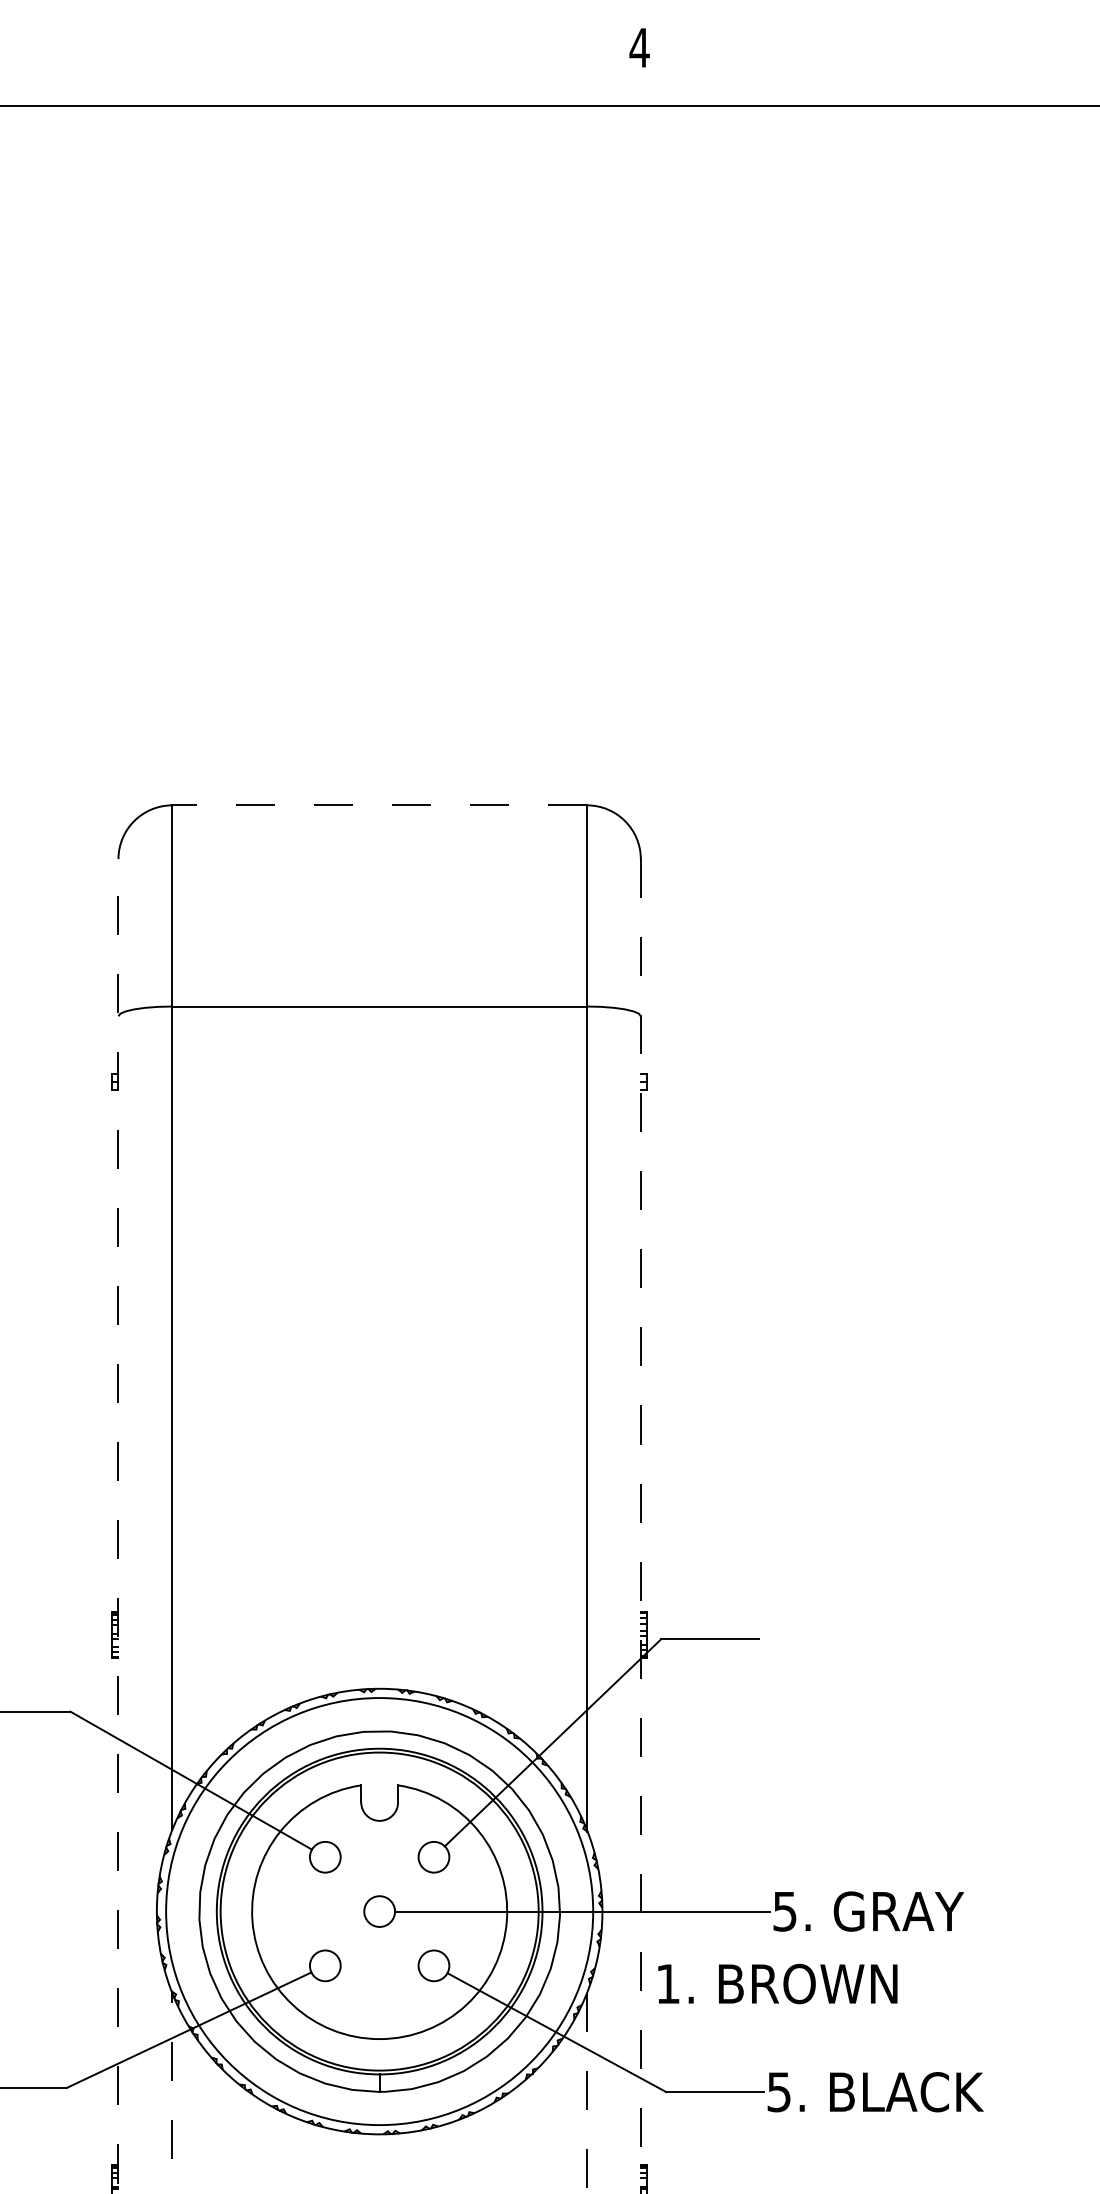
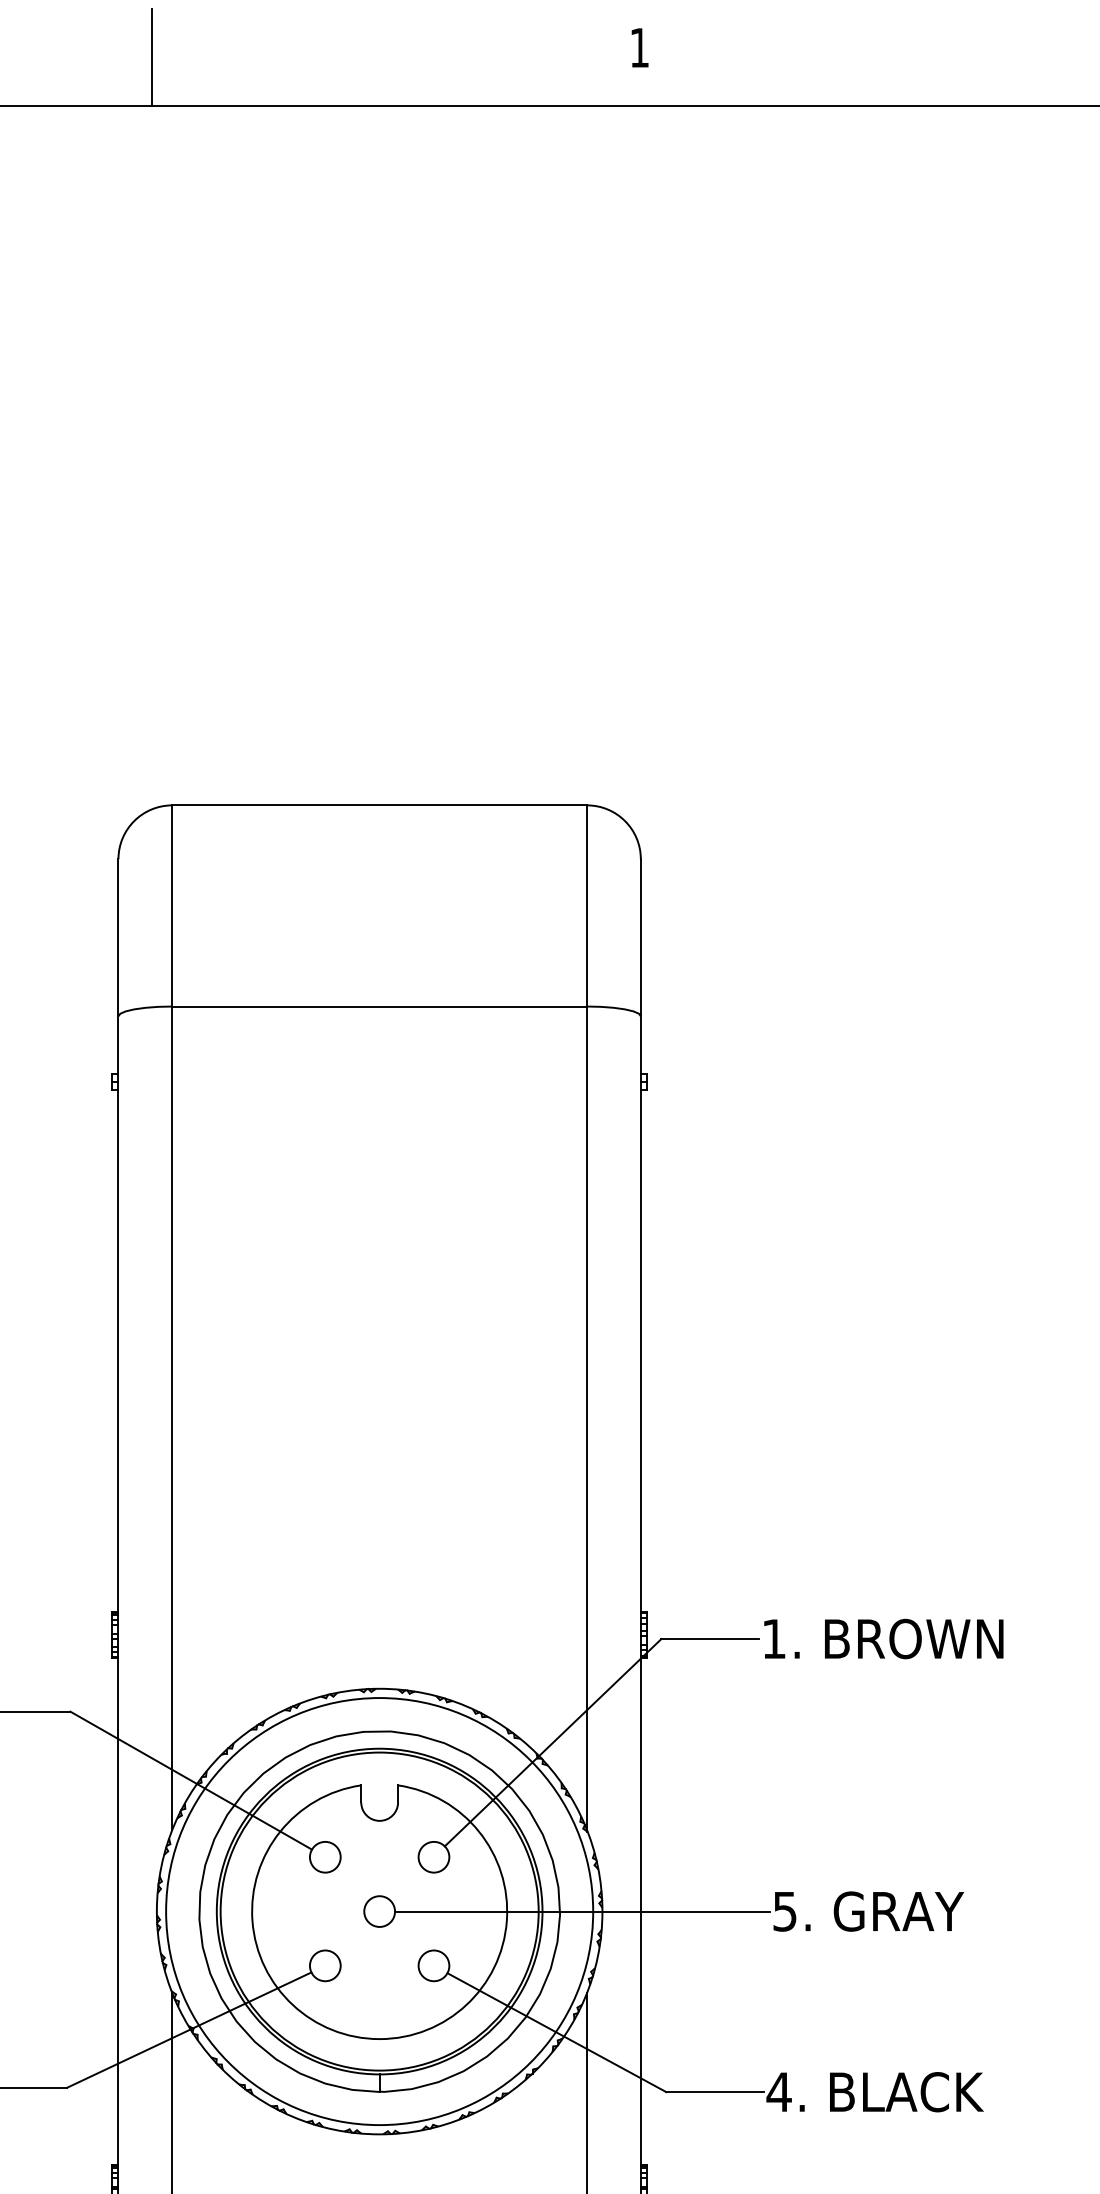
text at (639, 47): 4 -> 1
line at (151, 57): none -> present
line at (379, 805): dashed -> solid
line at (118, 1526): dashed -> solid
line at (640, 1526): dashed -> solid
text at (777, 1983) position: (777, 1983) -> (883, 1638)
line at (172, 2092): dashed -> solid
text at (778, 2092): 5. -> 4.
line at (587, 2093): dashed -> solid
